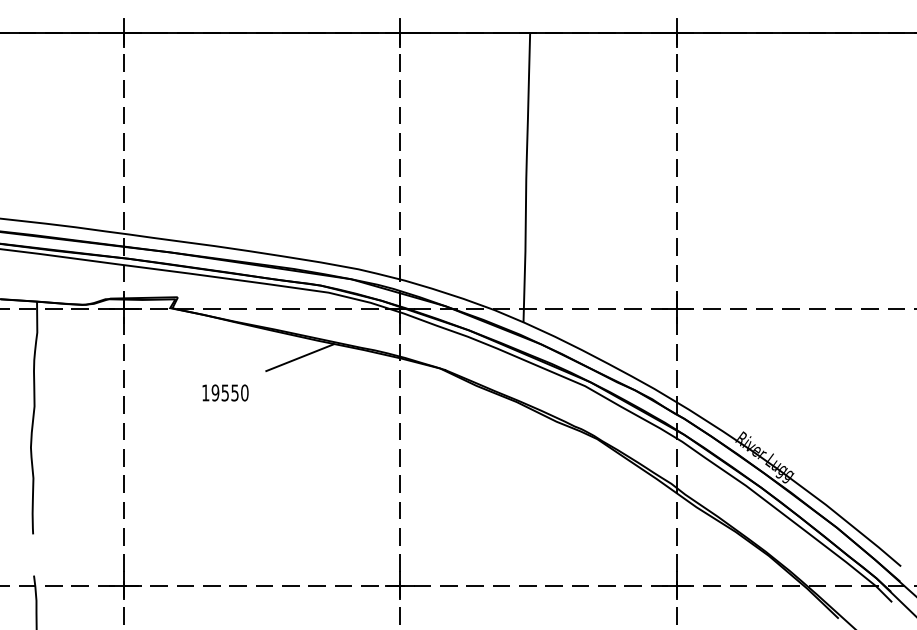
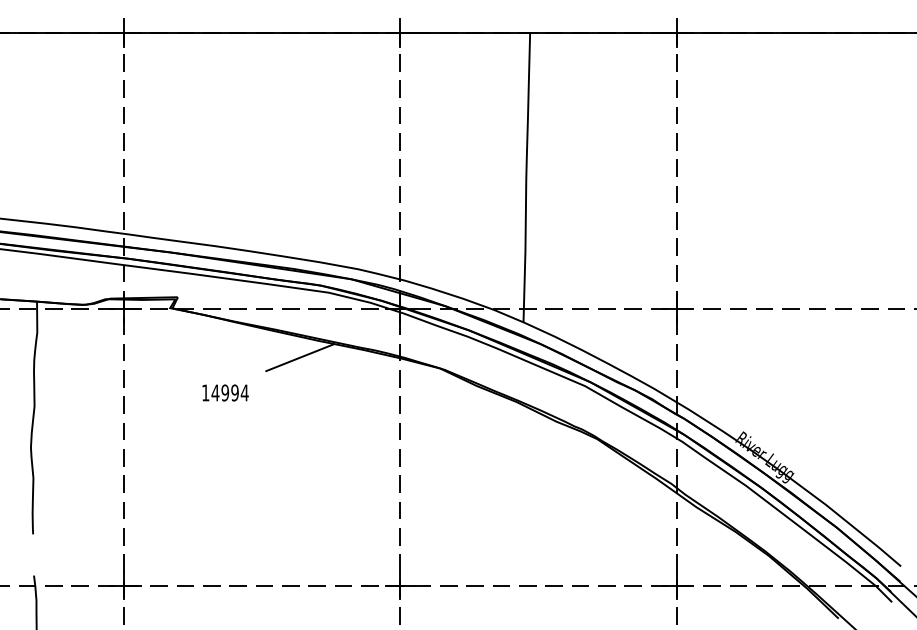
text at (229, 392): 19550 -> 14994
